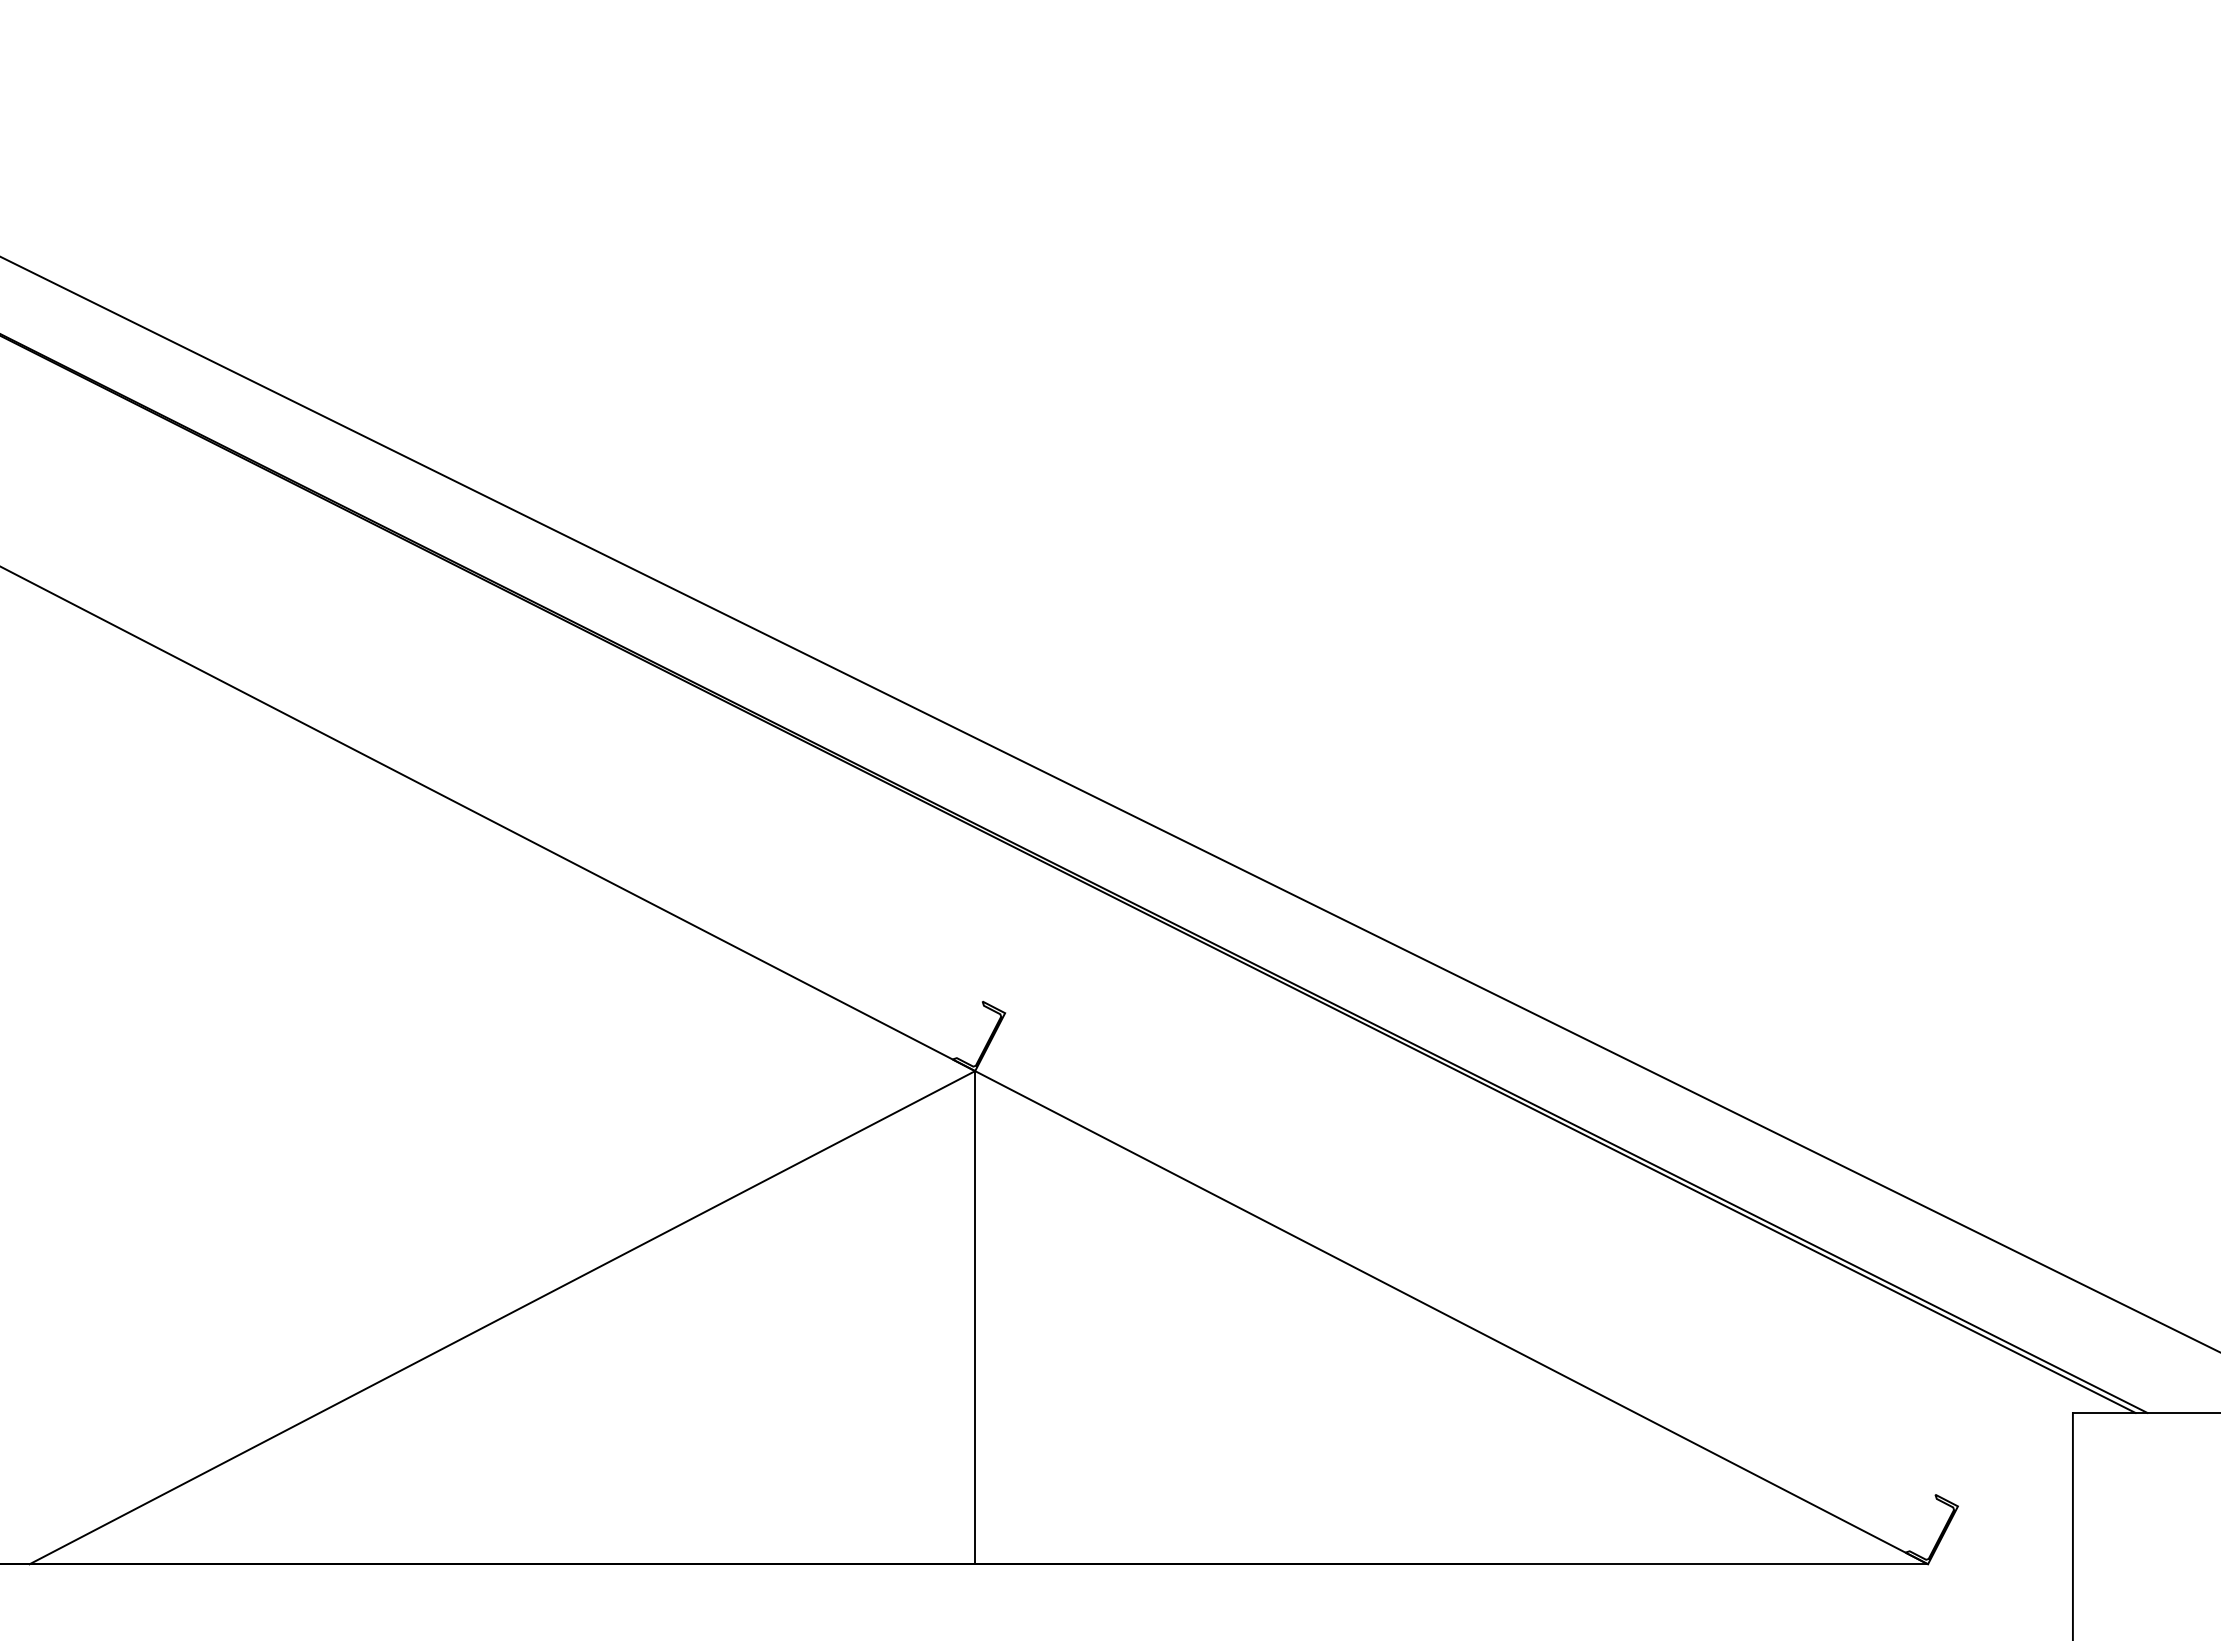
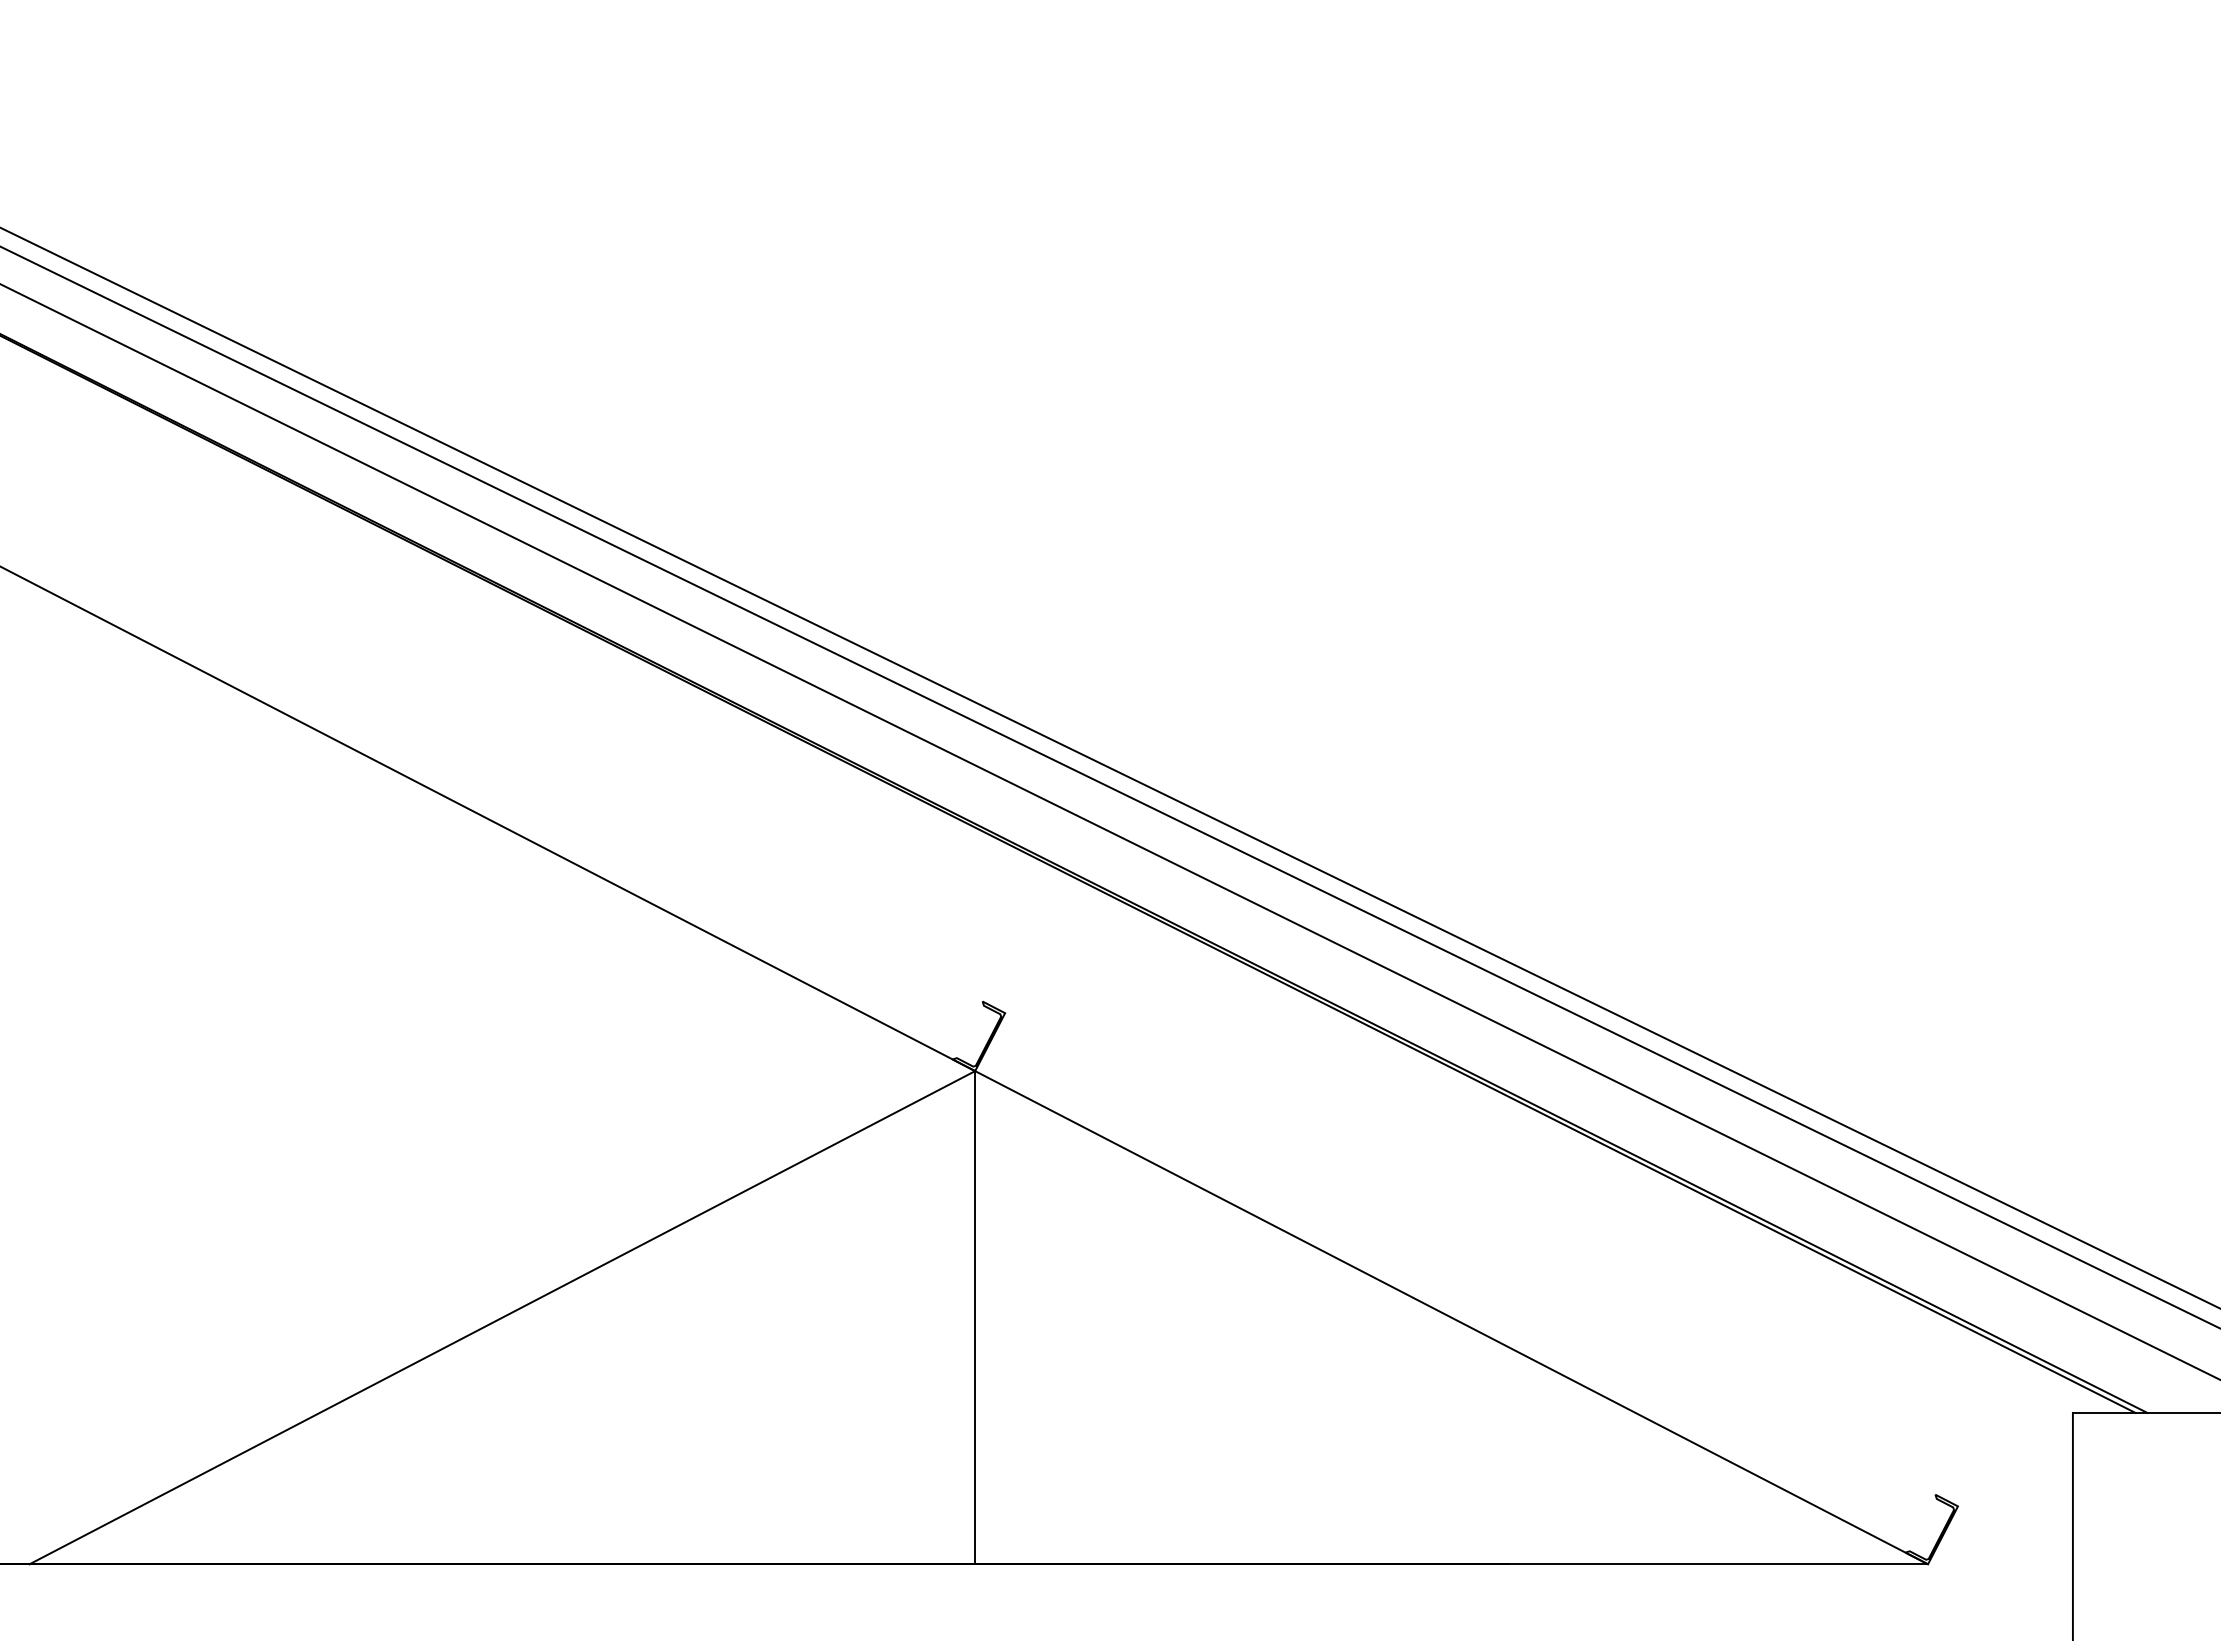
line at (1109, 767): none -> present
line at (1109, 787): none -> present
line at (1109, 804) position: (1109, 804) -> (1109, 831)
